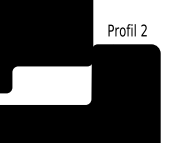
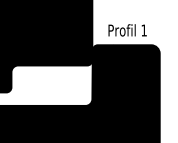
text at (143, 30): 2 -> 1
